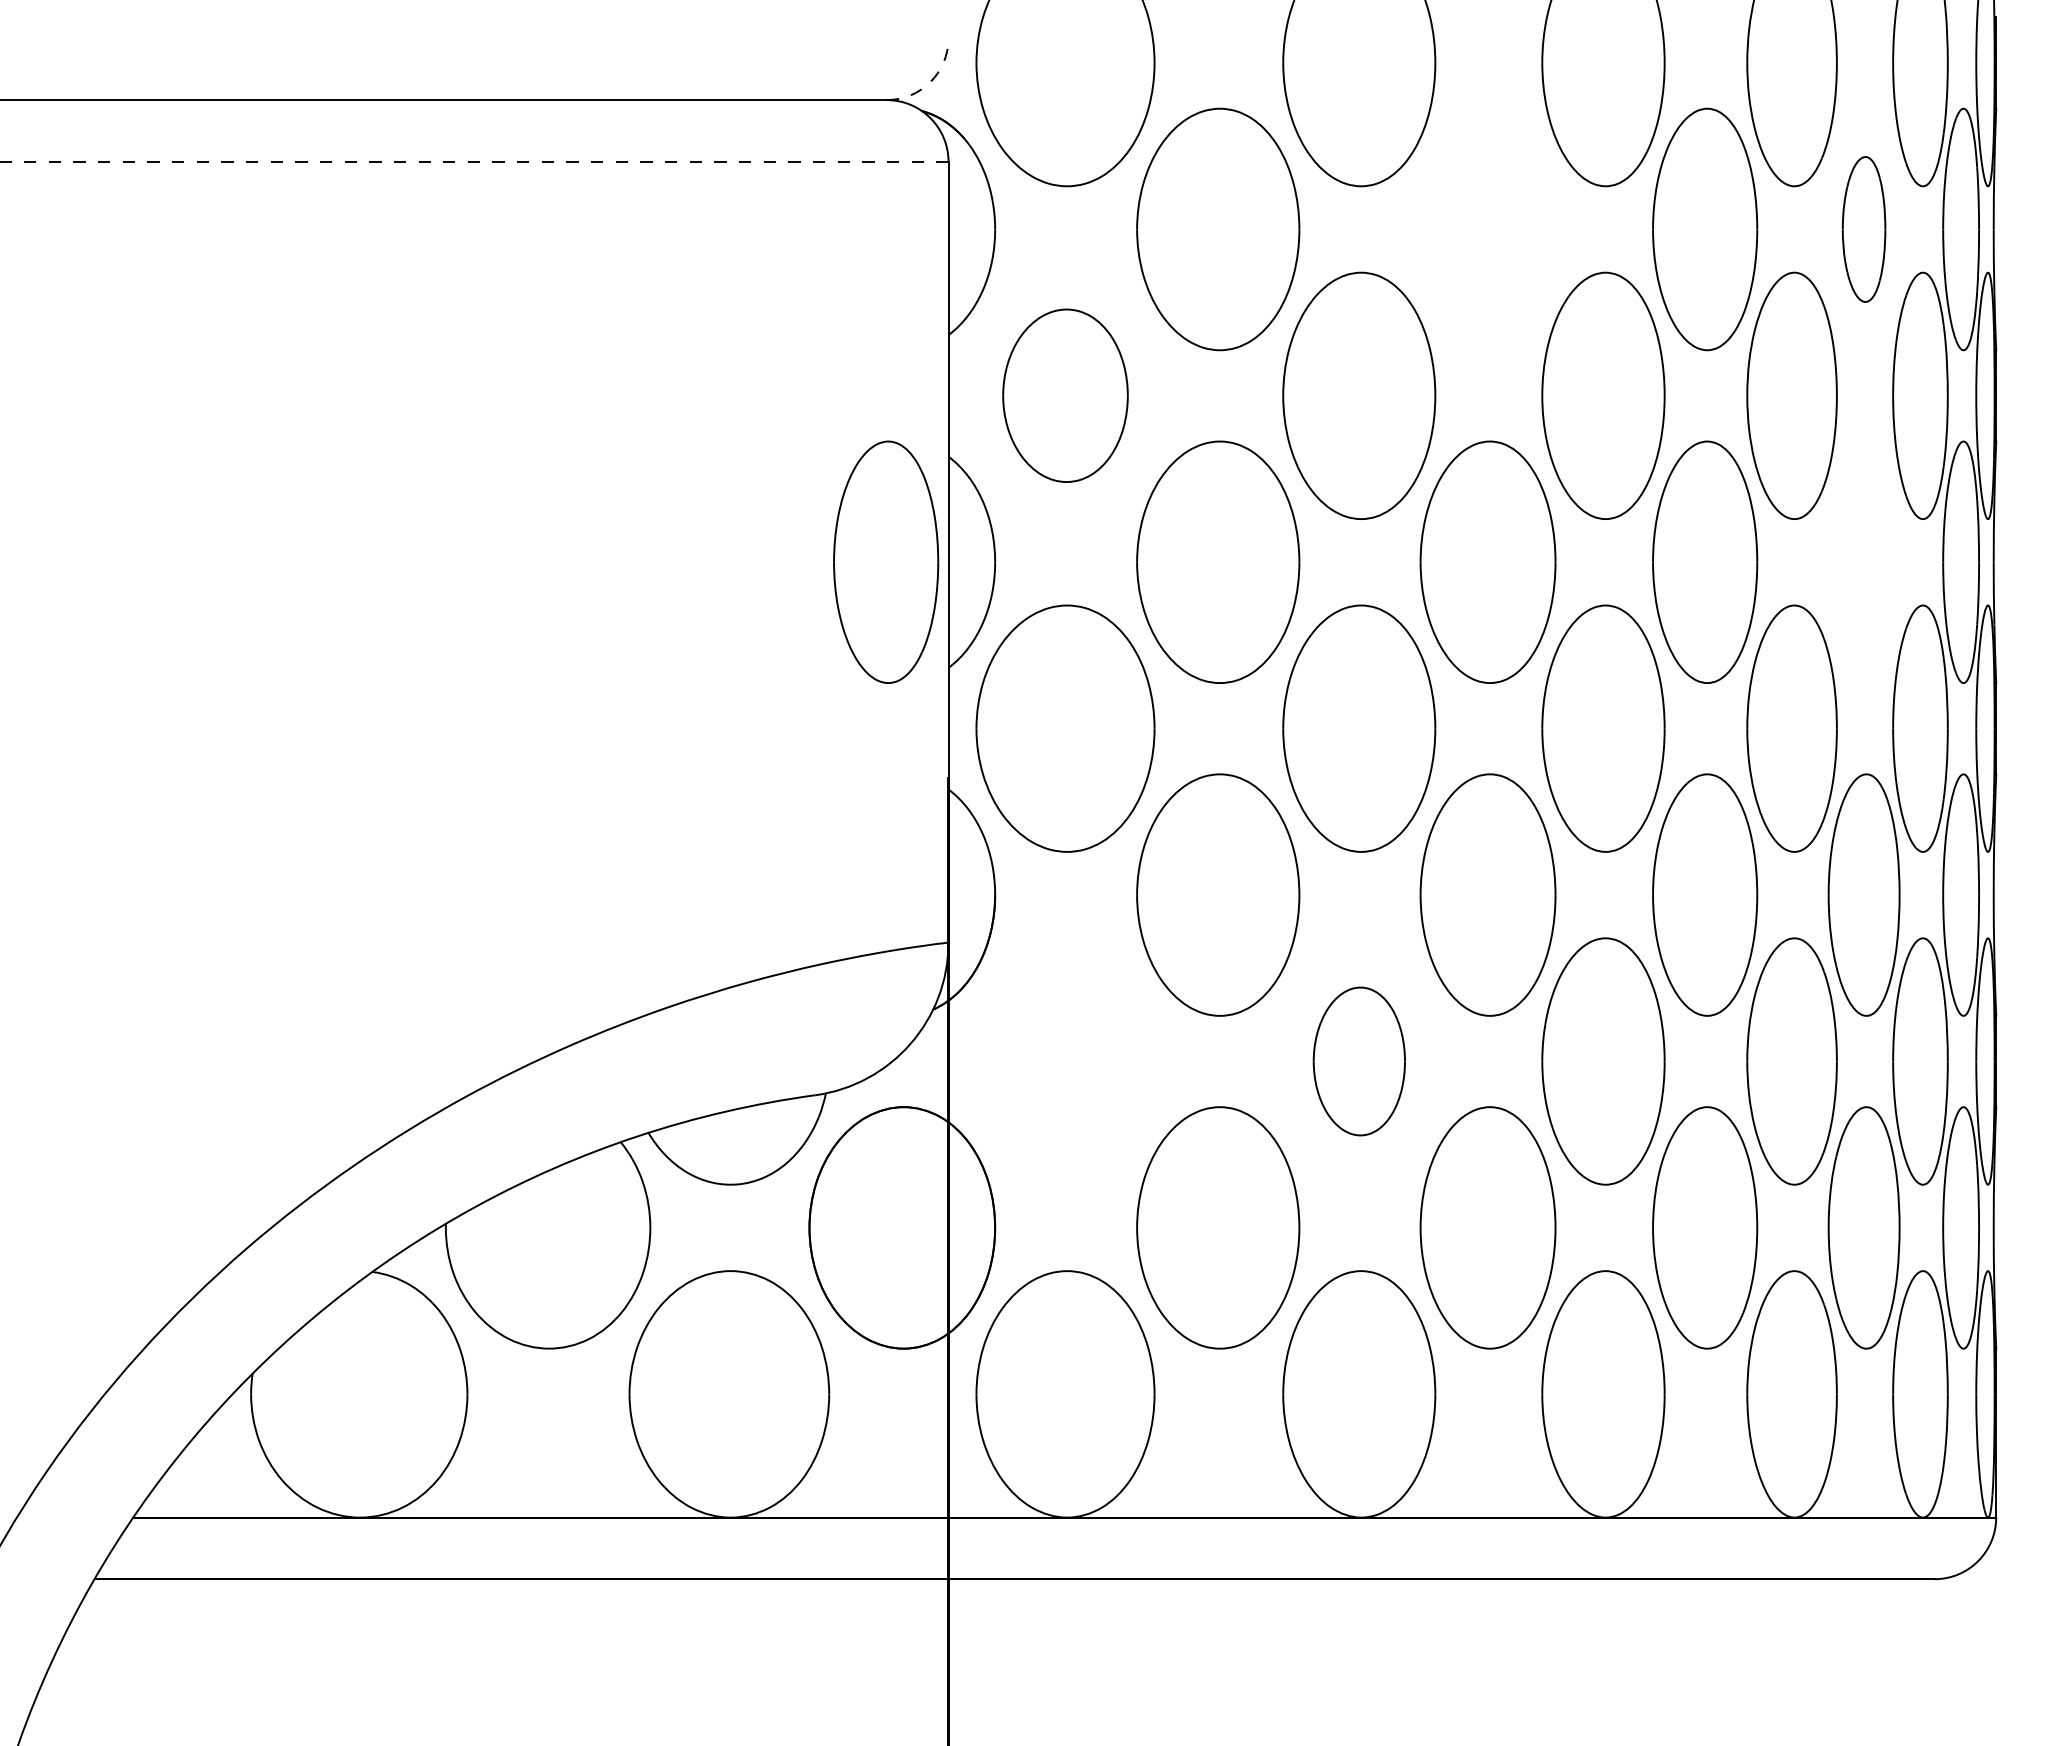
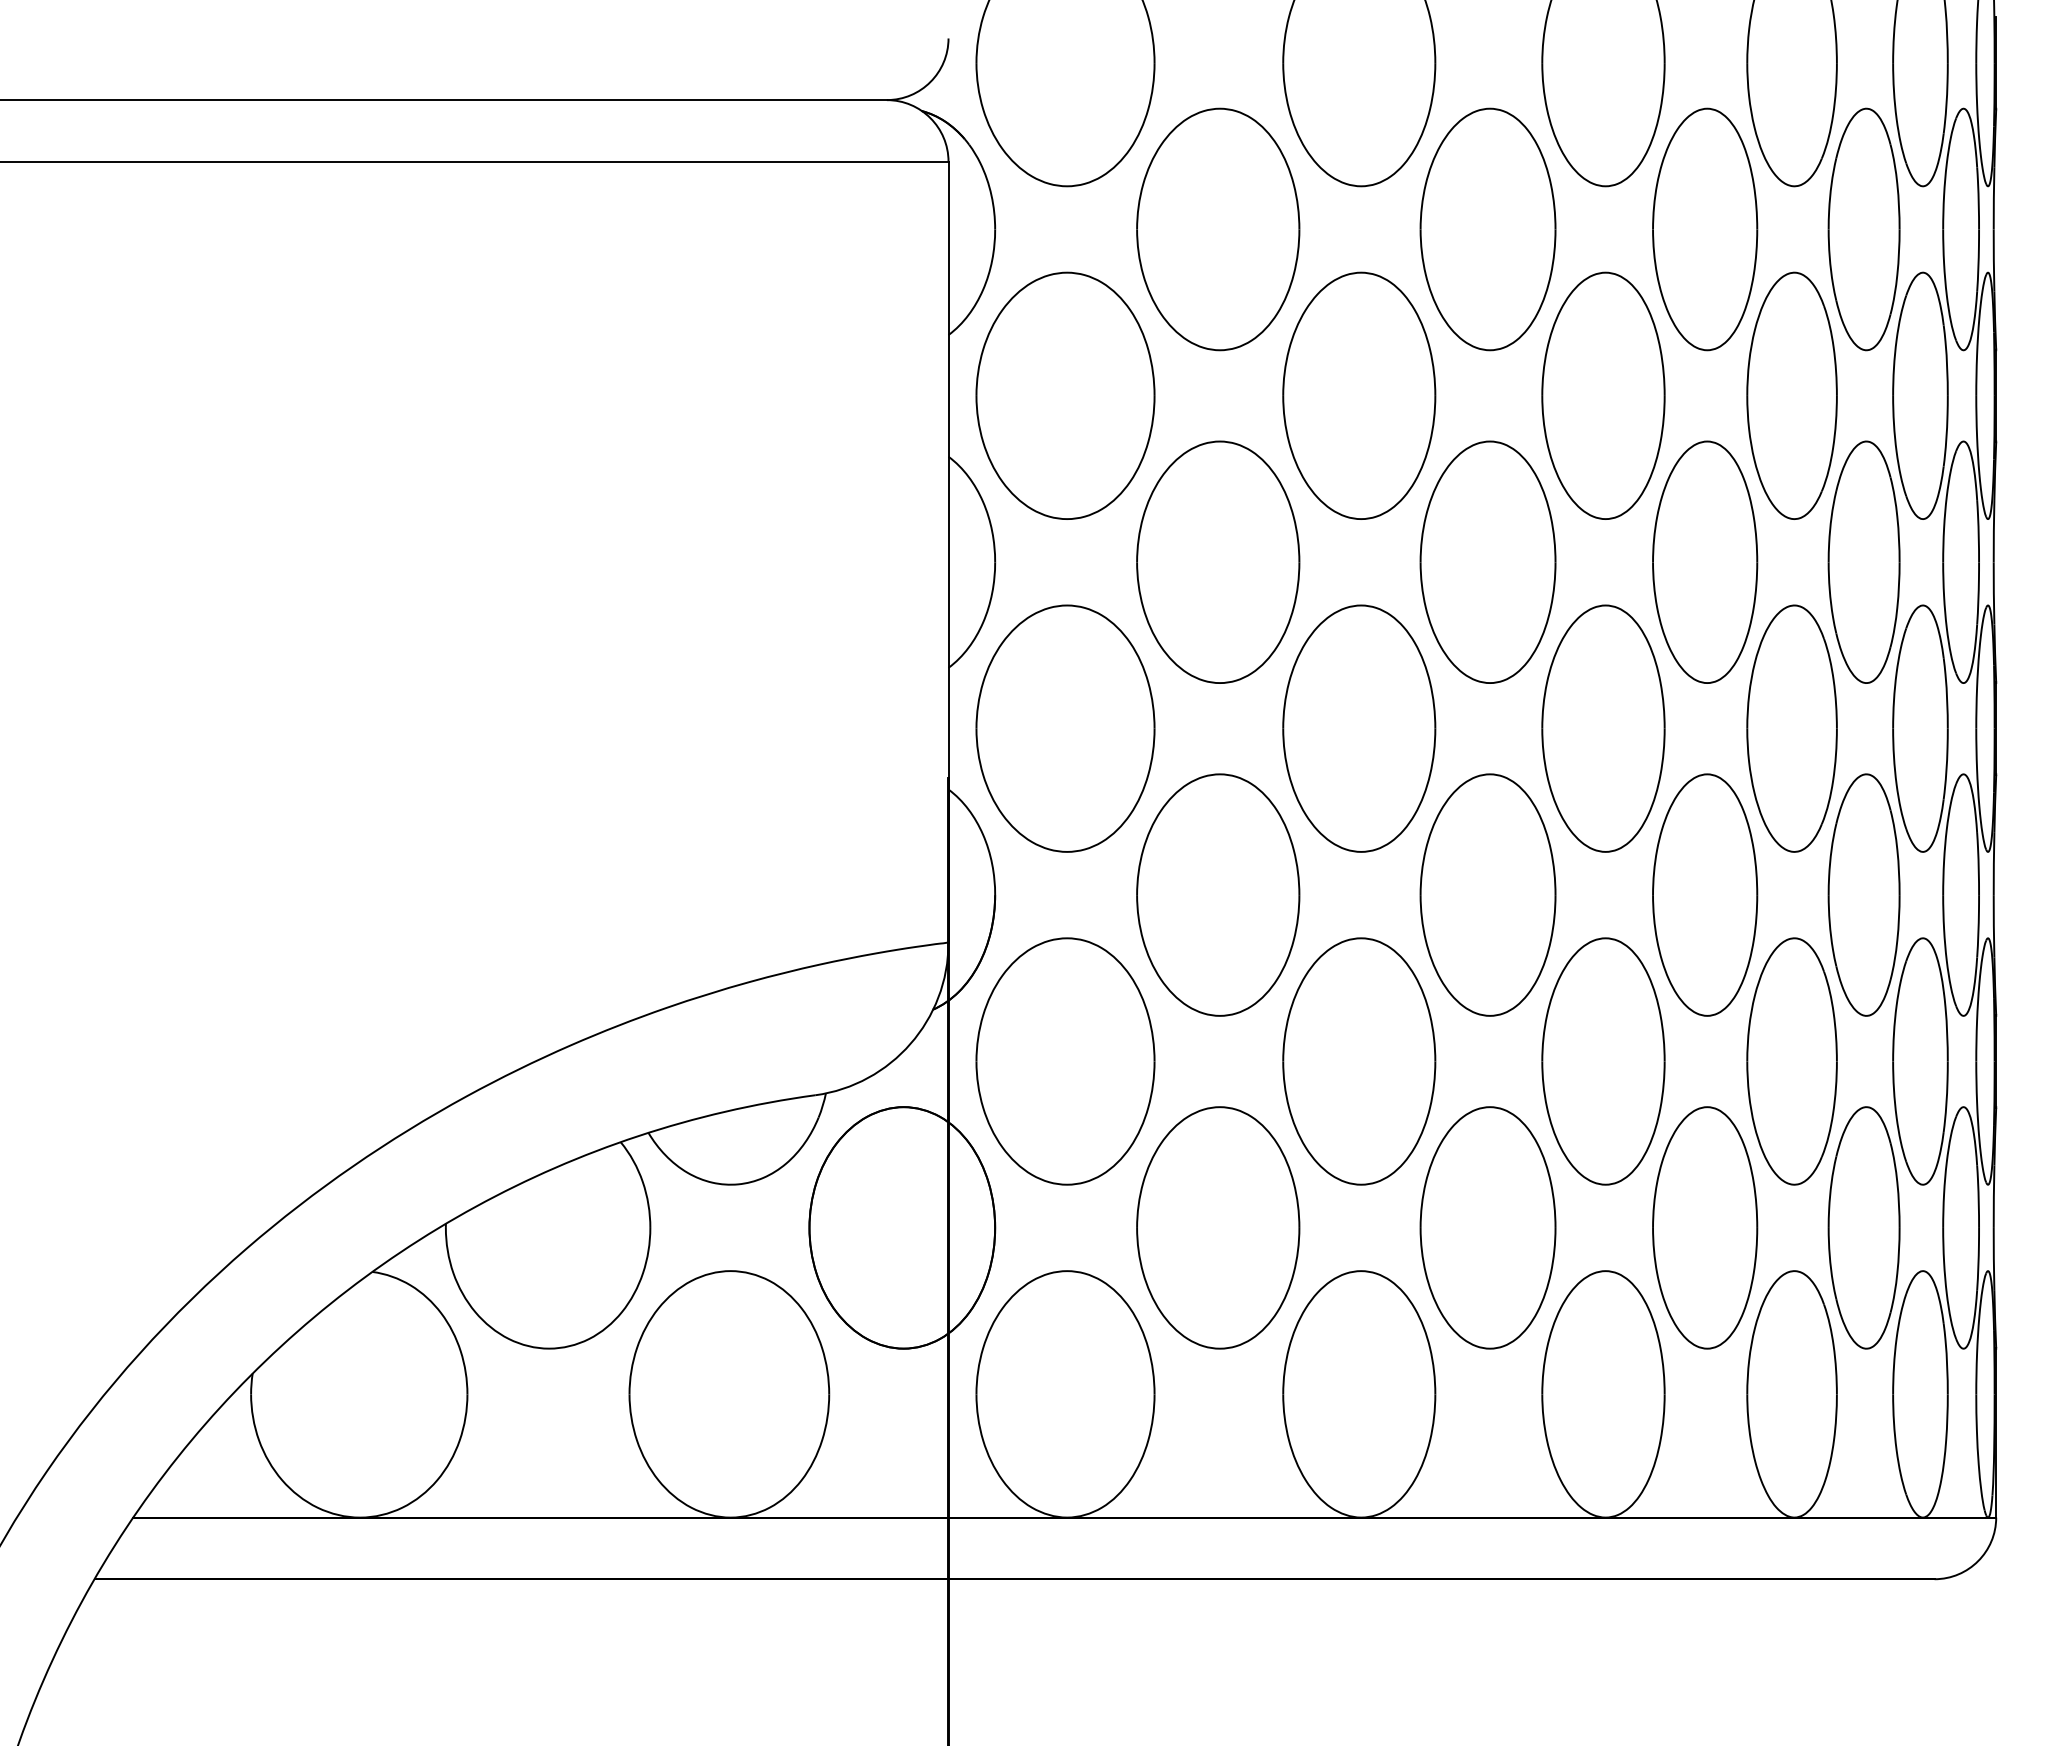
arc at (930, 82): dashed -> solid
line at (474, 161): dashed -> solid
part at (1487, 229): none -> present
part at (1863, 229) size: 46x147 px -> 74x245 px
part at (1065, 395) size: 127x175 px -> 181x249 px
part at (886, 561): present -> none
part at (1863, 561): none -> present
part at (1065, 1061): none -> present
part at (1358, 1061) size: 94x151 px -> 155x249 px
